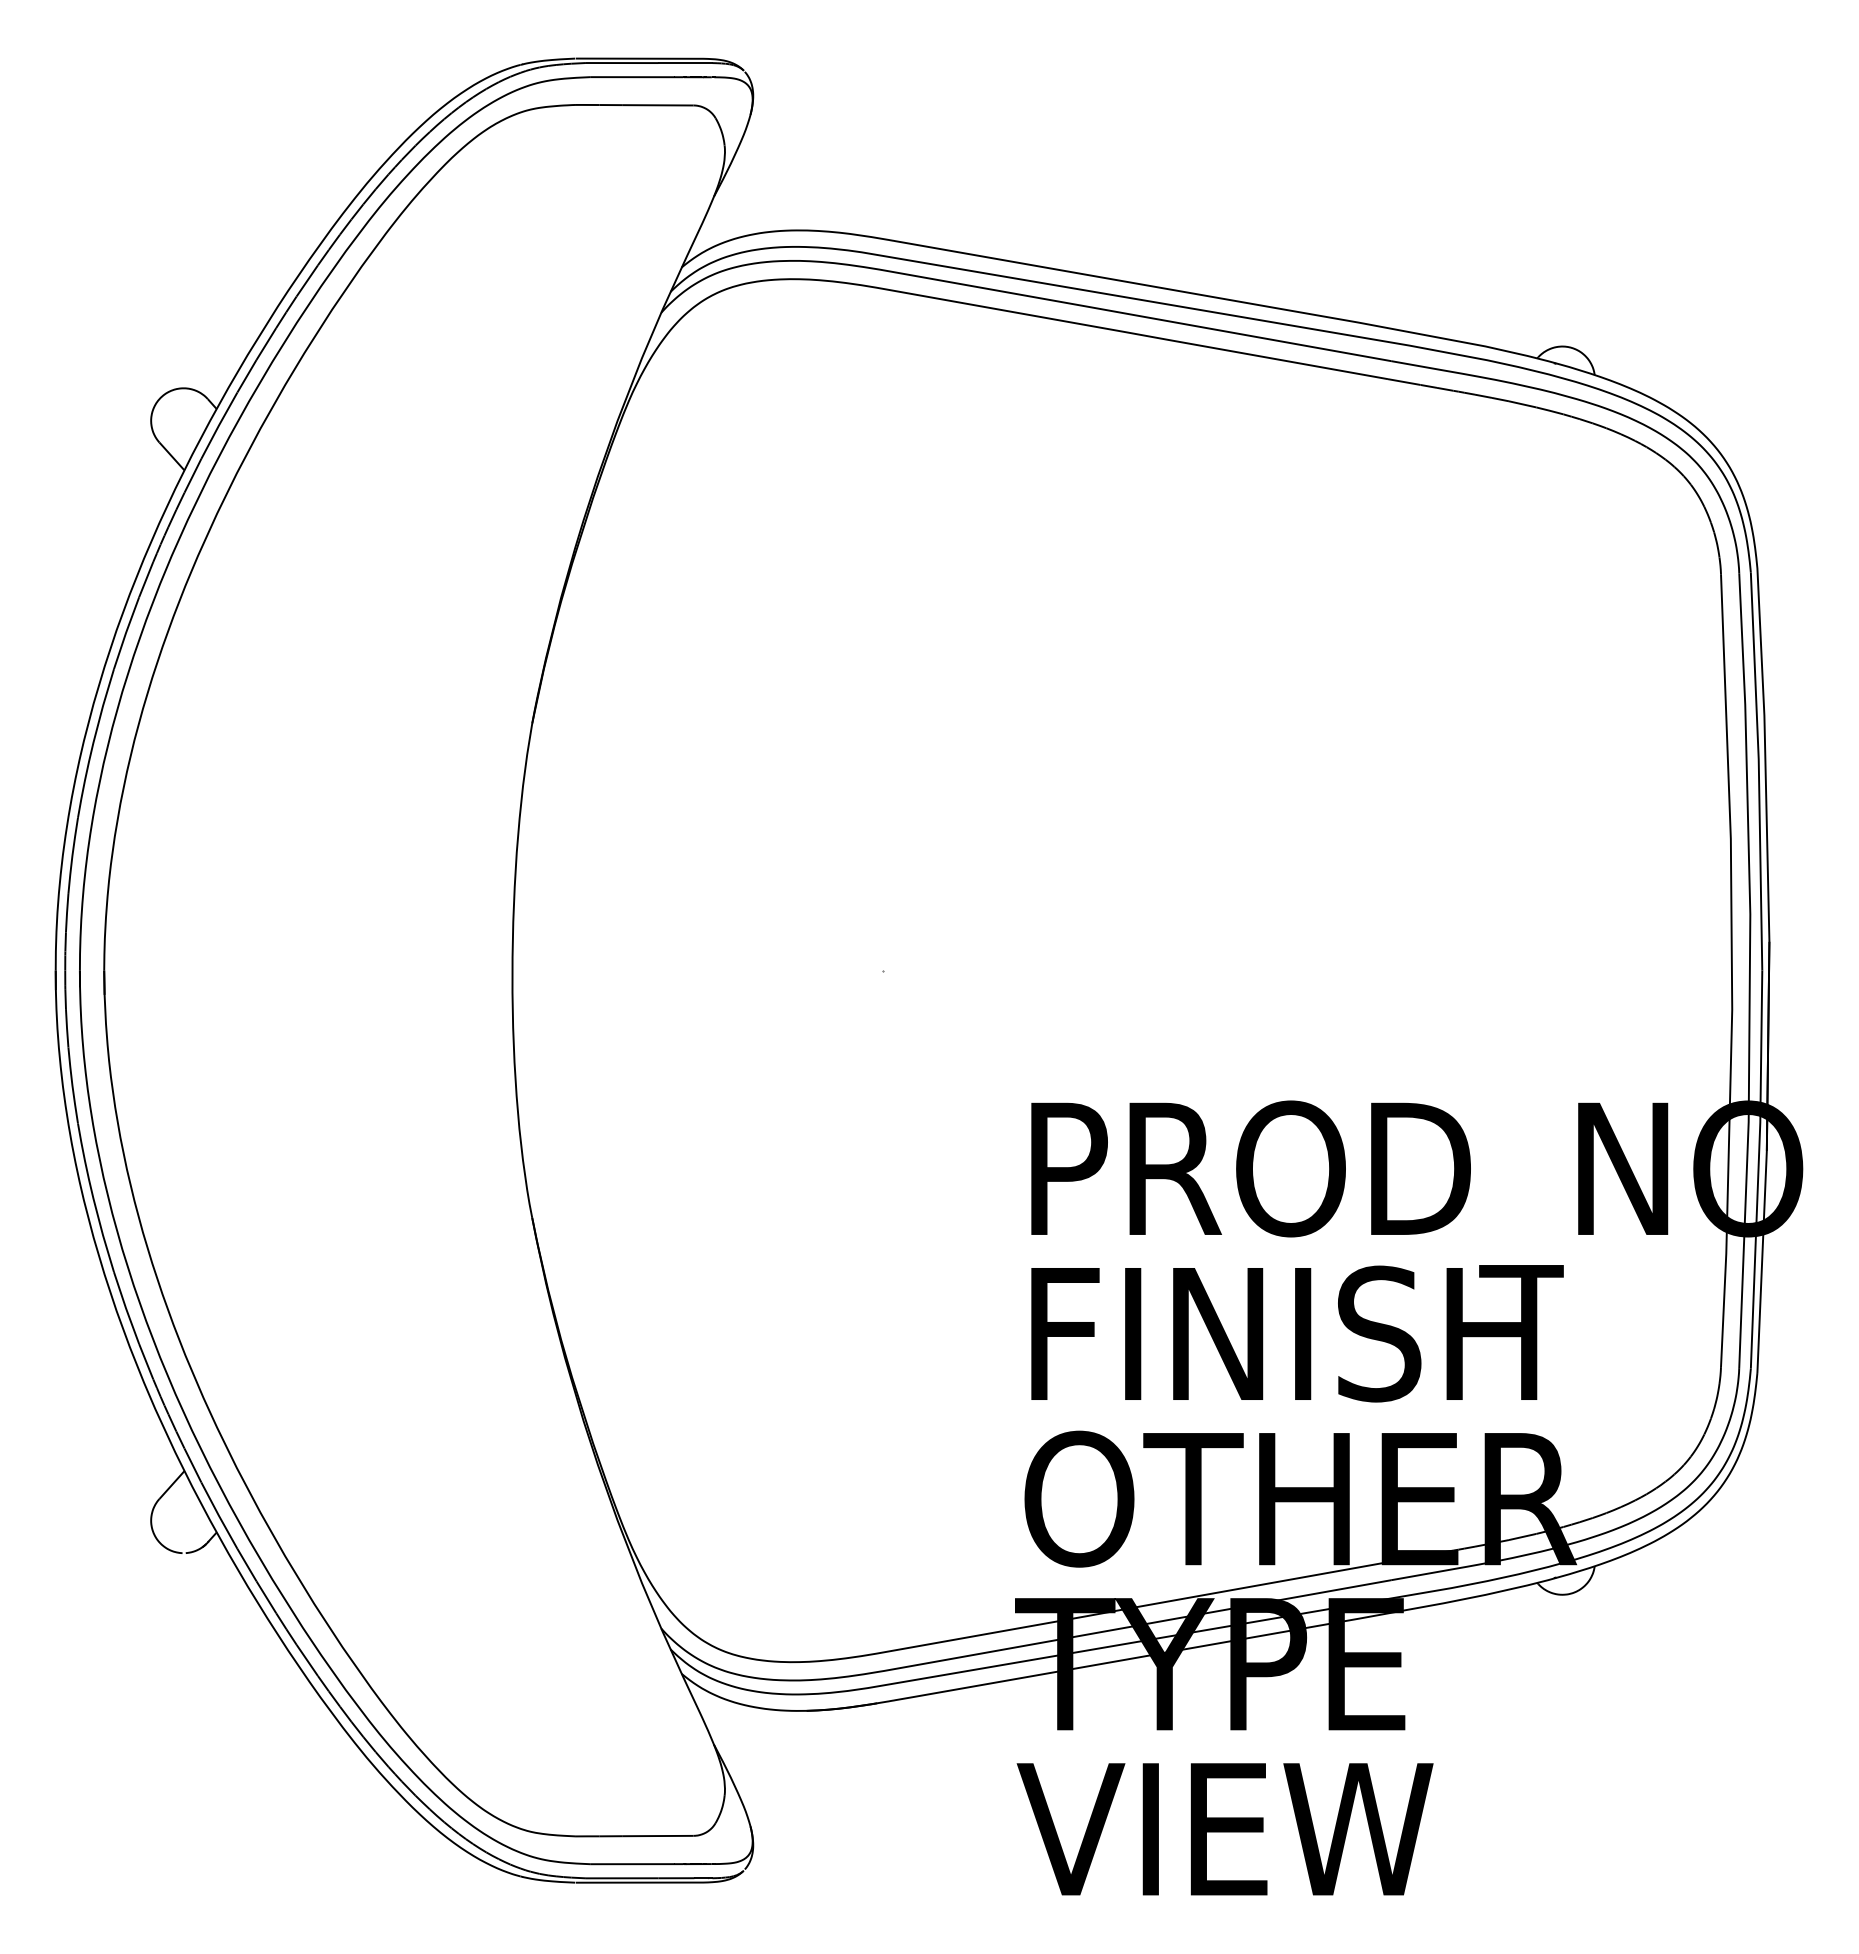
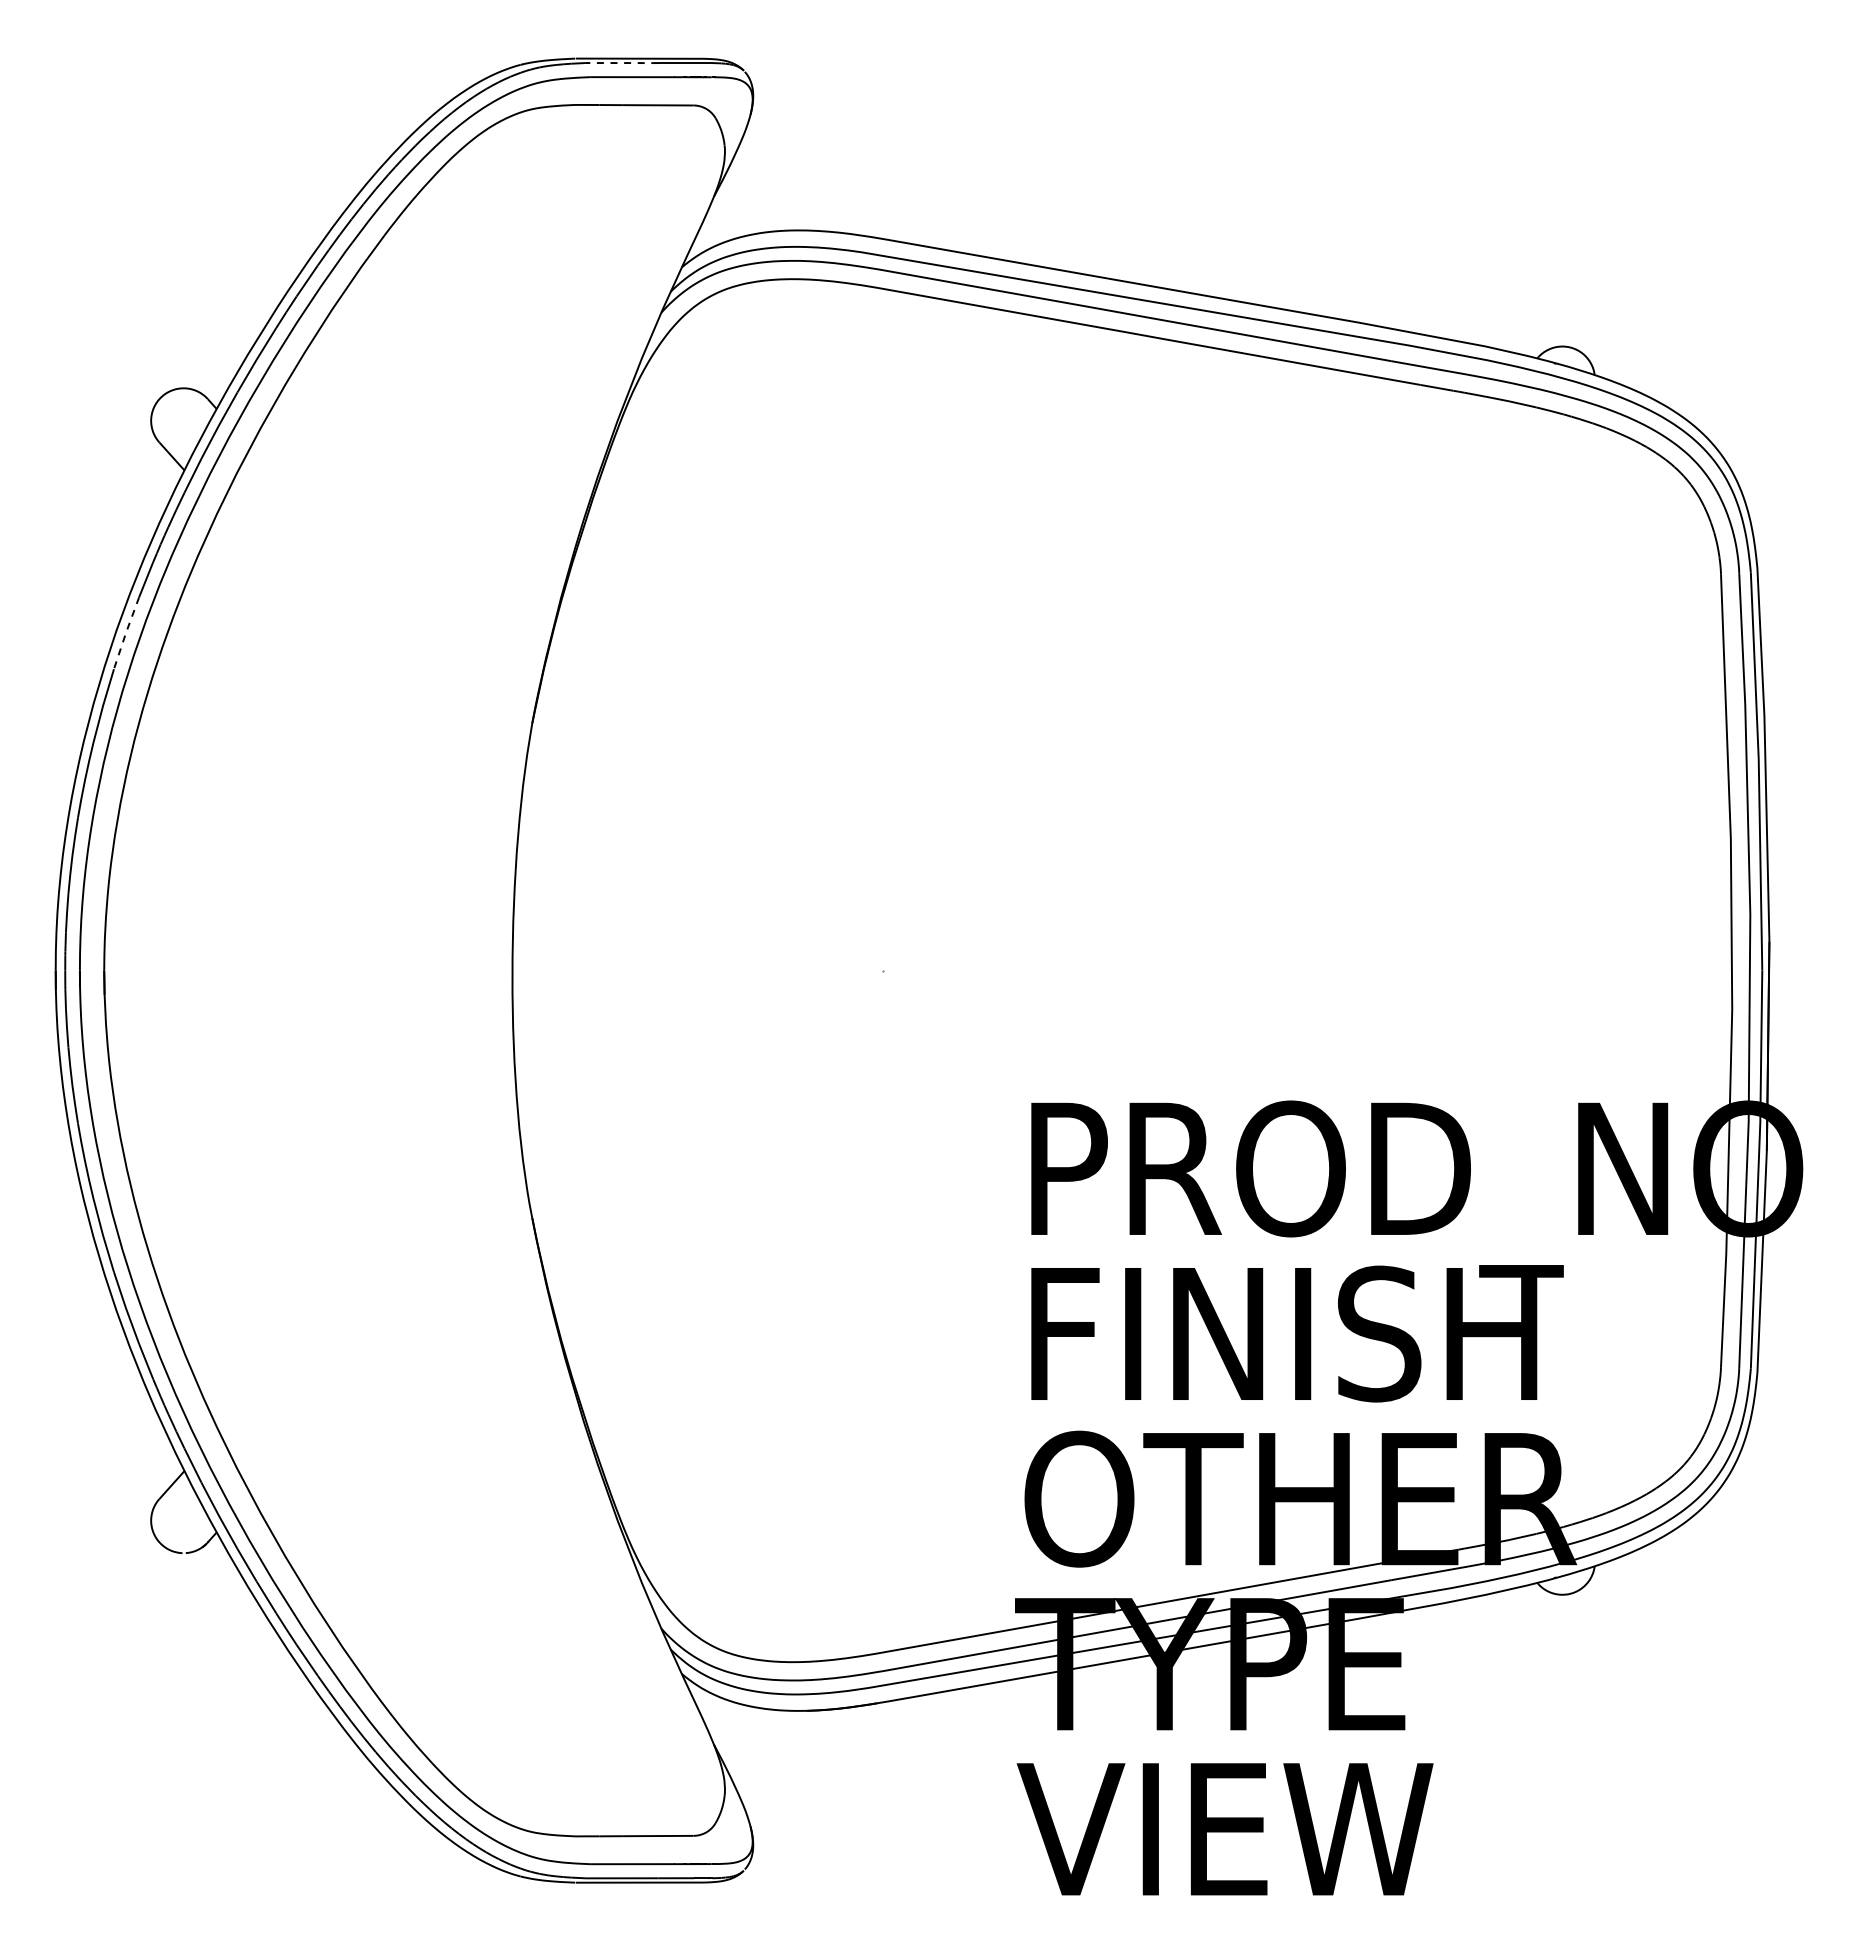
line at (621, 63): solid -> dashed
line at (126, 633): solid -> dashed
